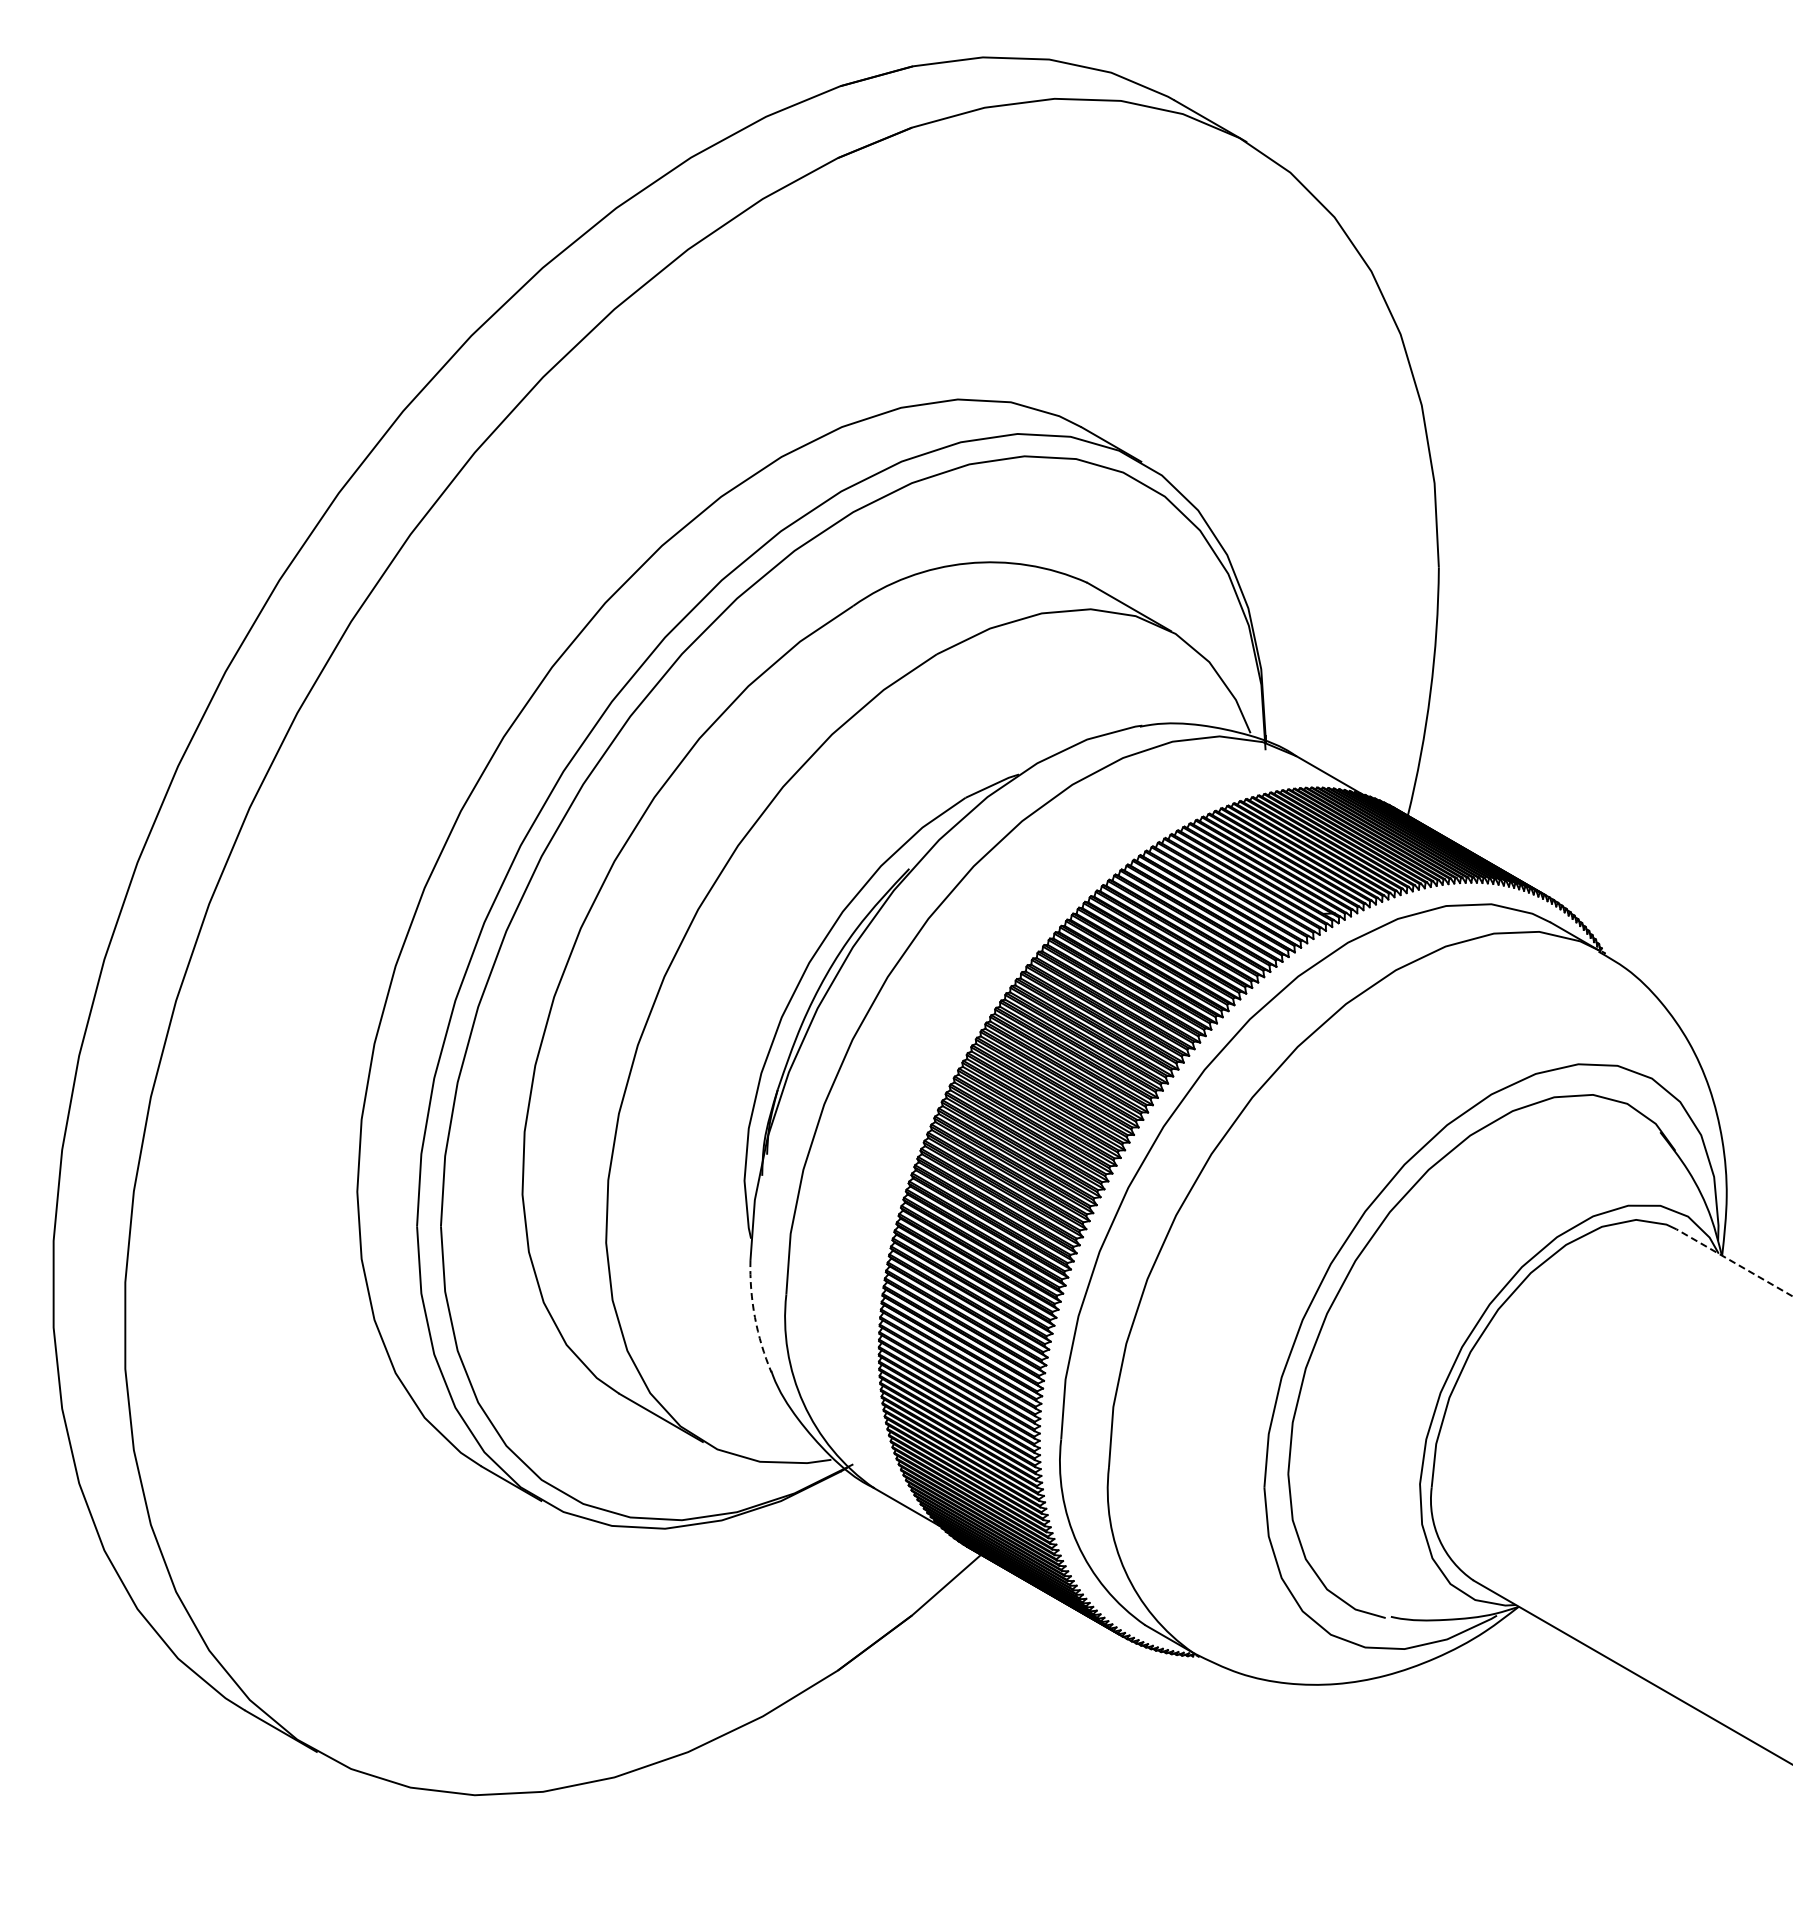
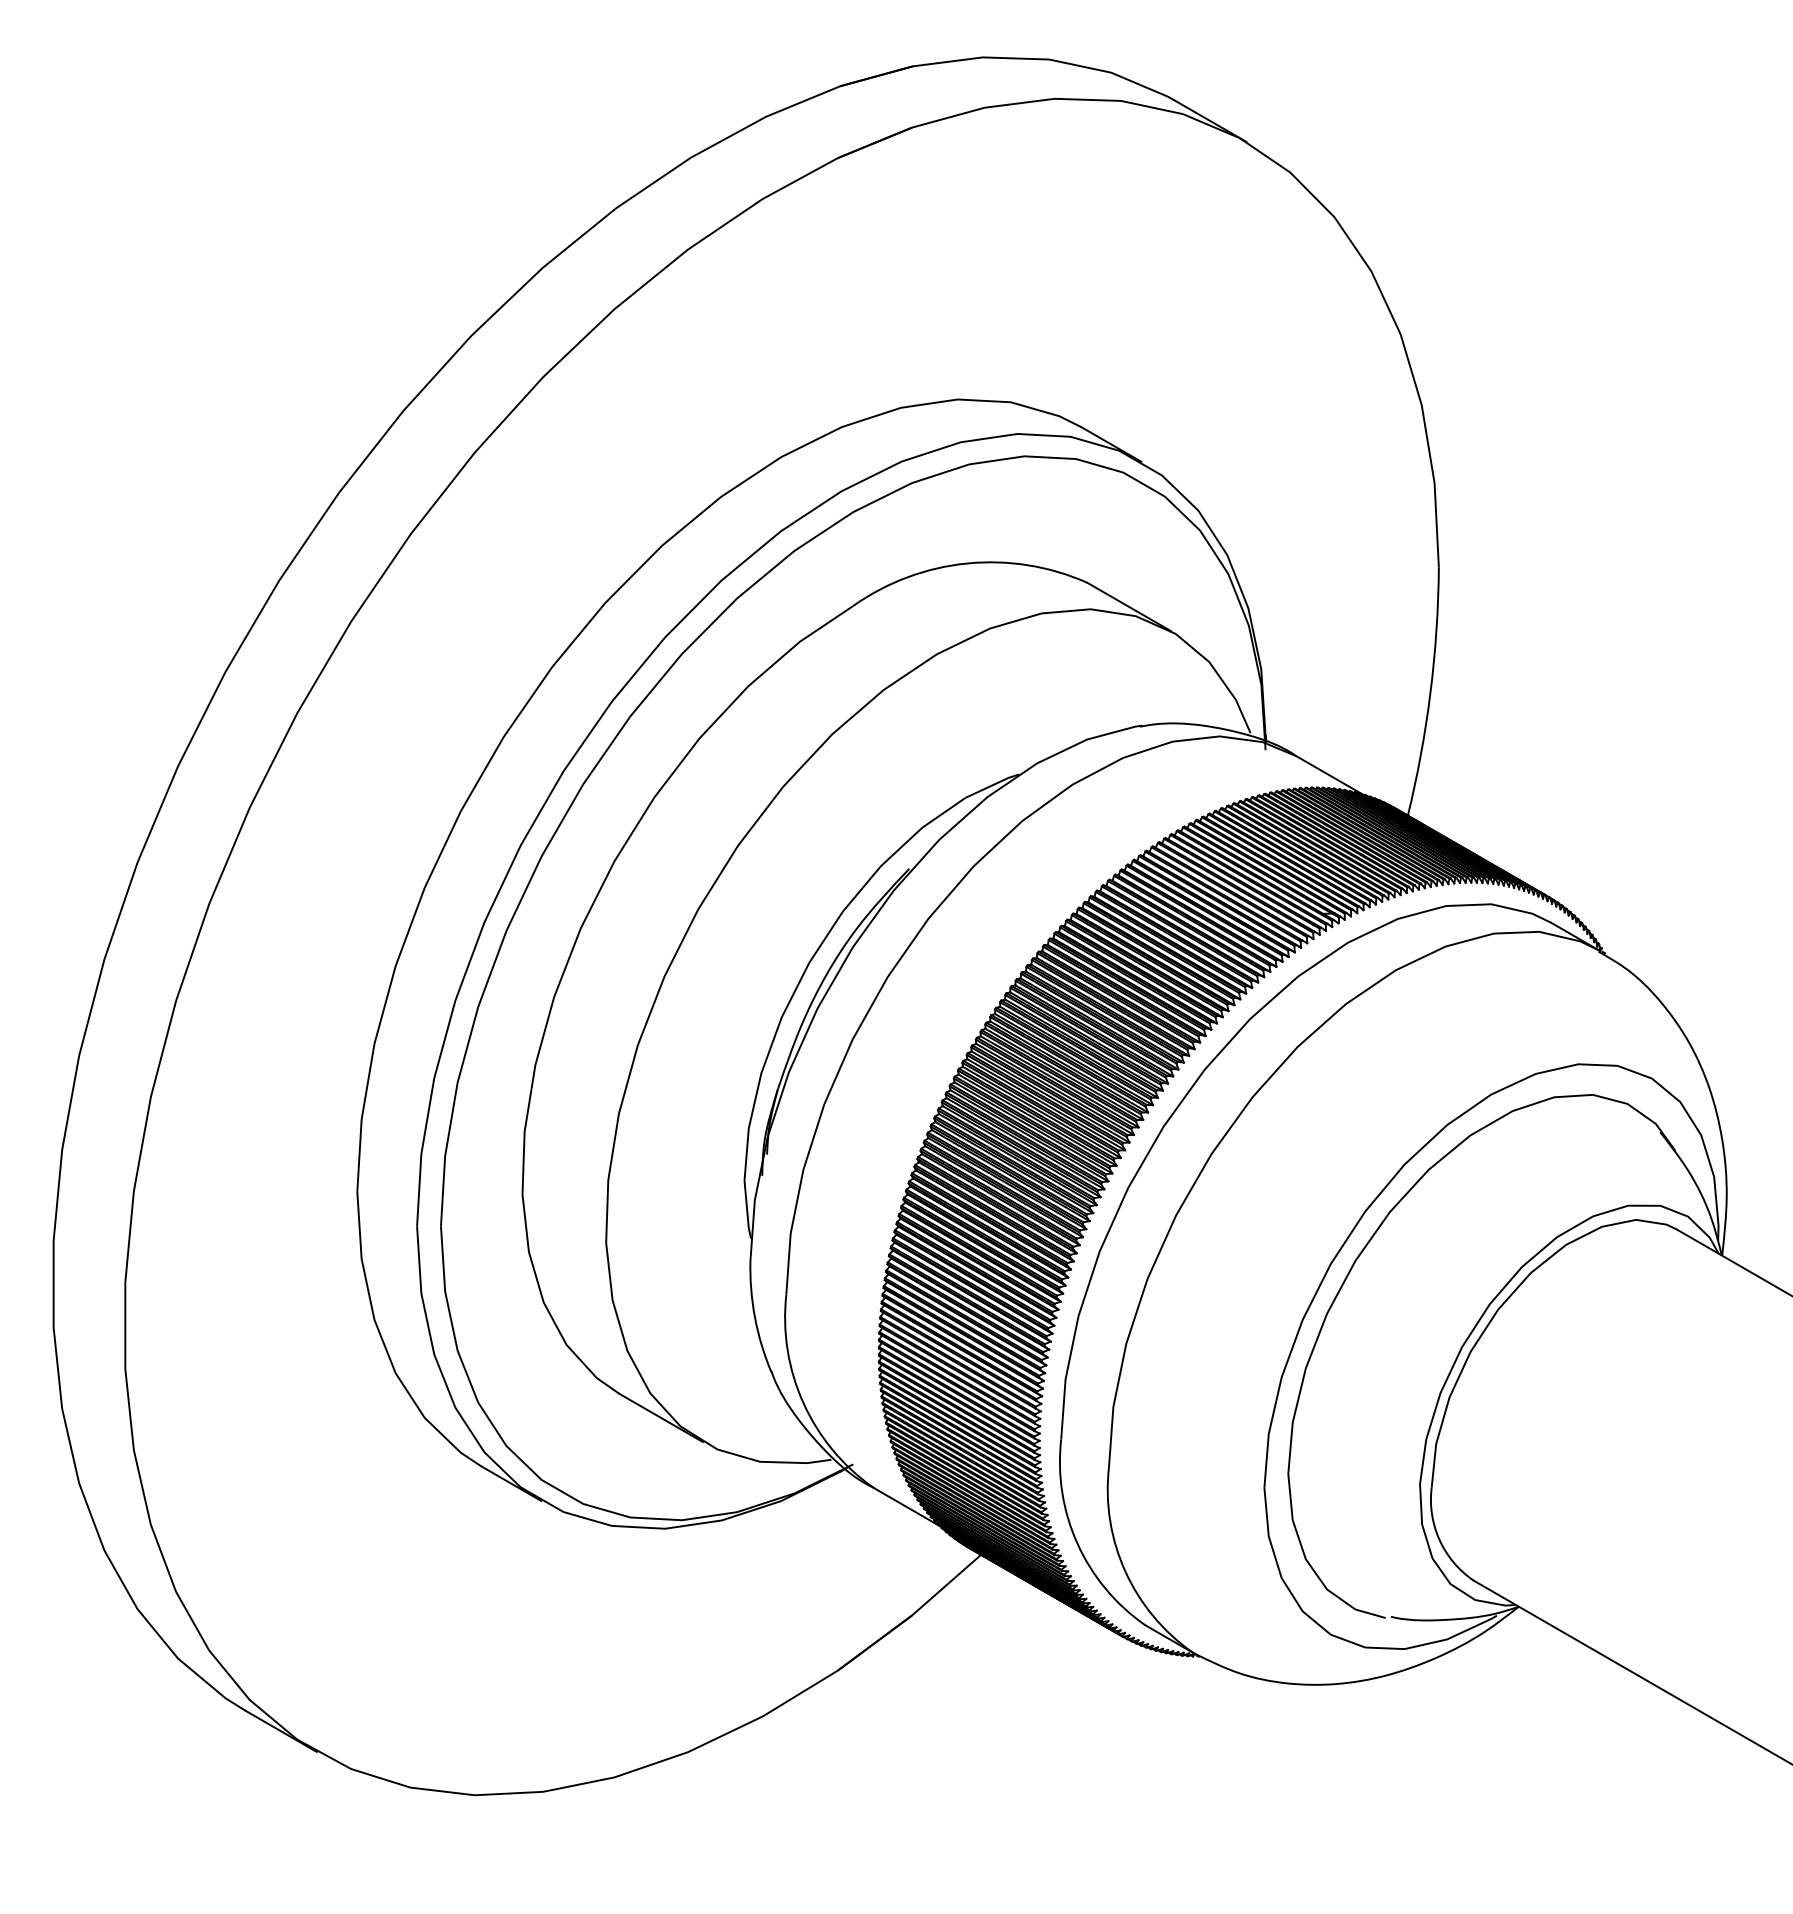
line at (1734, 1262): dashed -> solid
arc at (754, 1317): dashed -> solid
